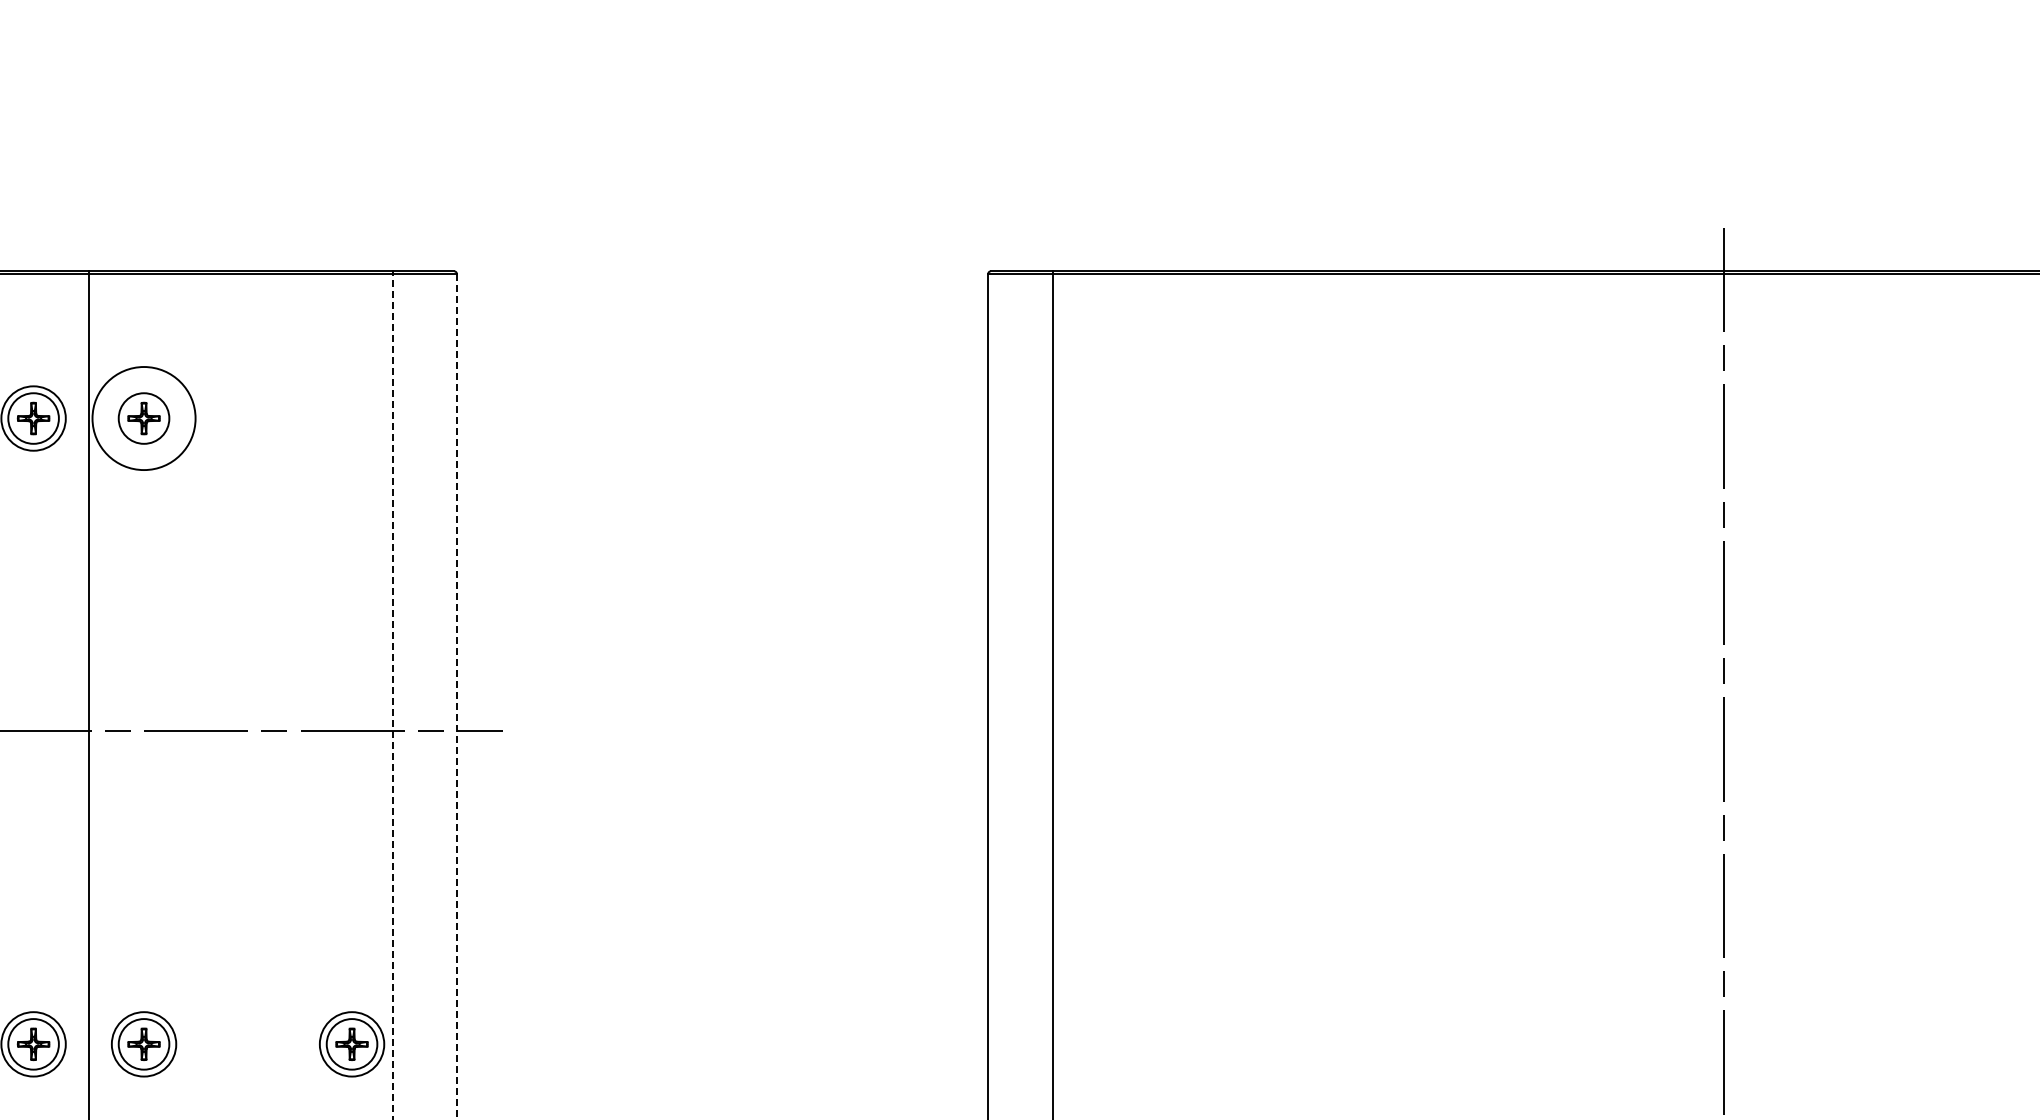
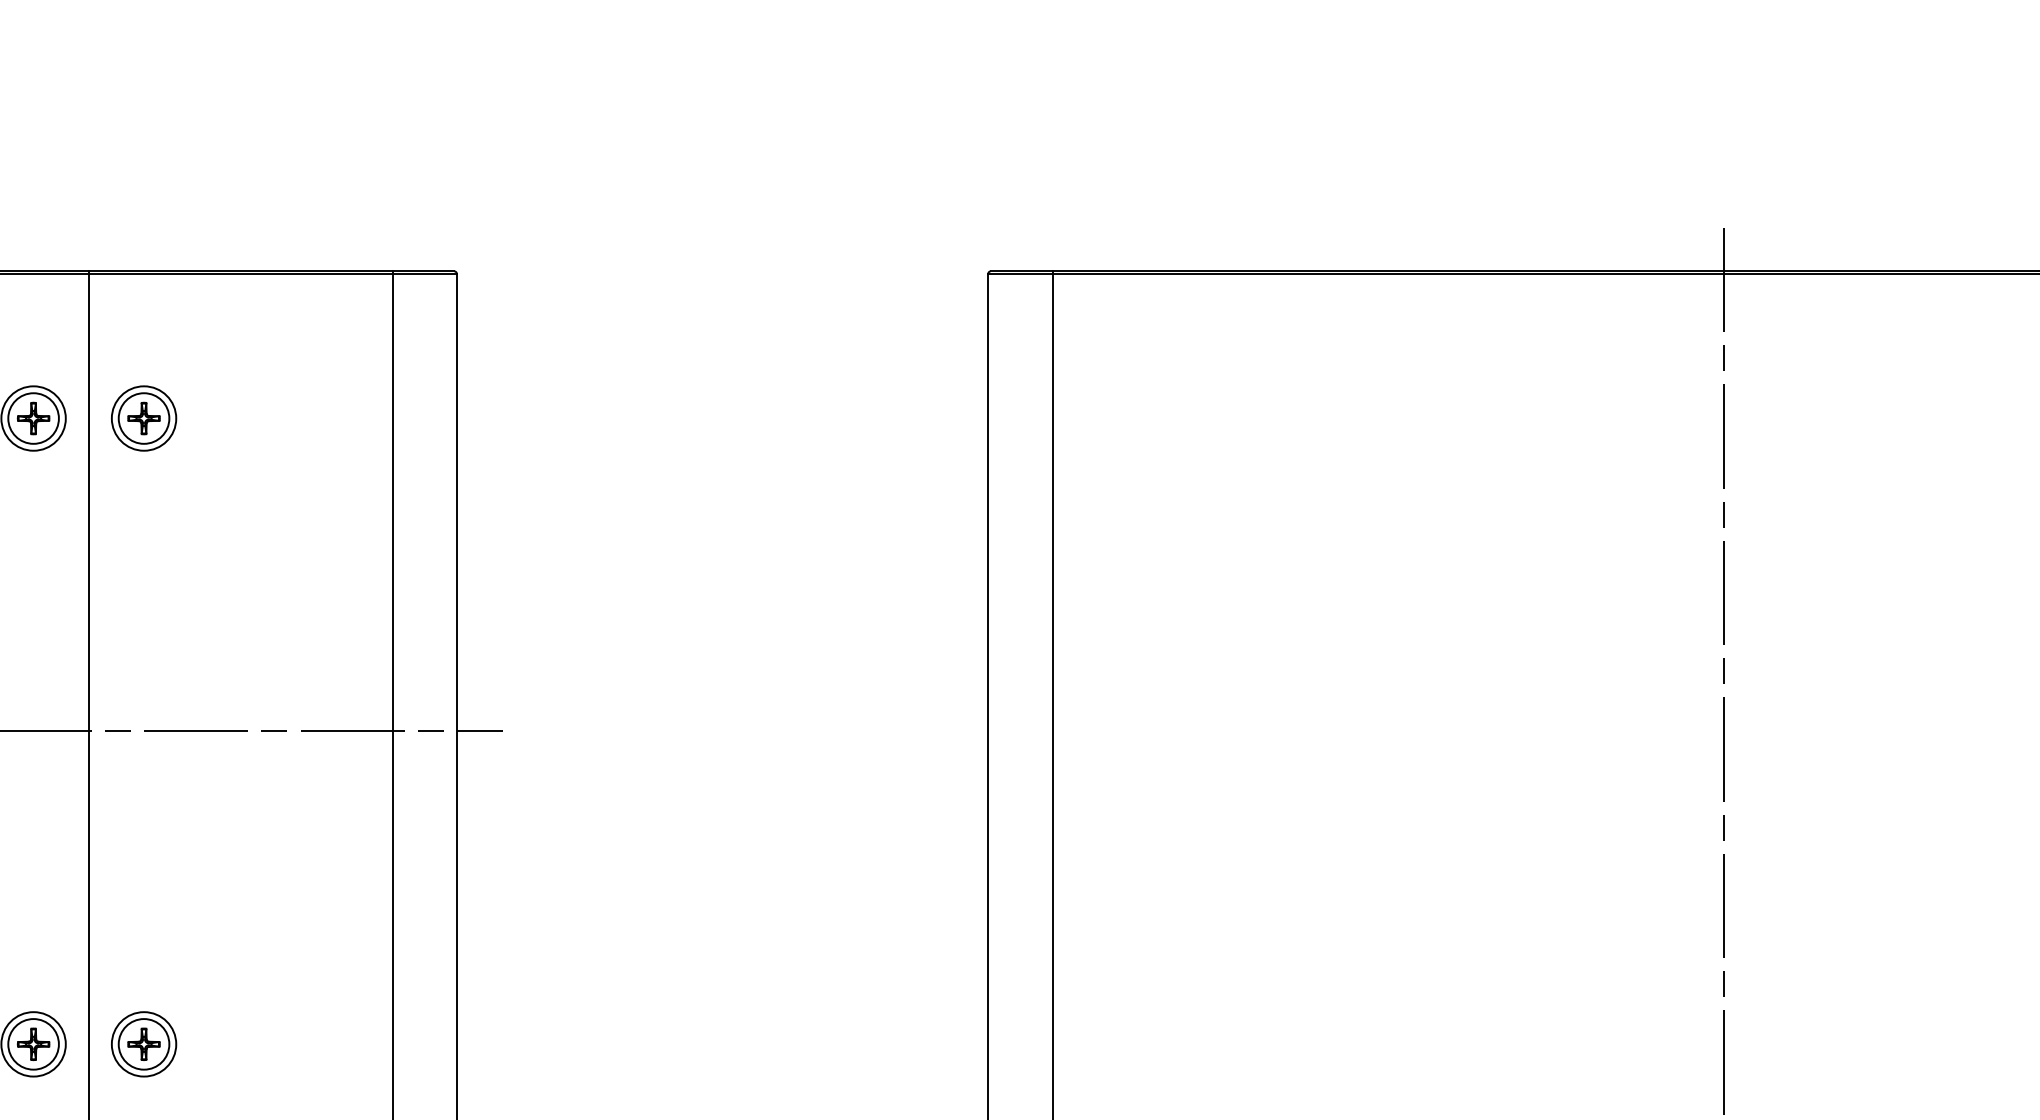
circle at (143, 418) diameter: 103 px -> 64 px
line at (392, 696): dashed -> solid
line at (456, 696): dashed -> solid
part at (352, 1044): present -> none
